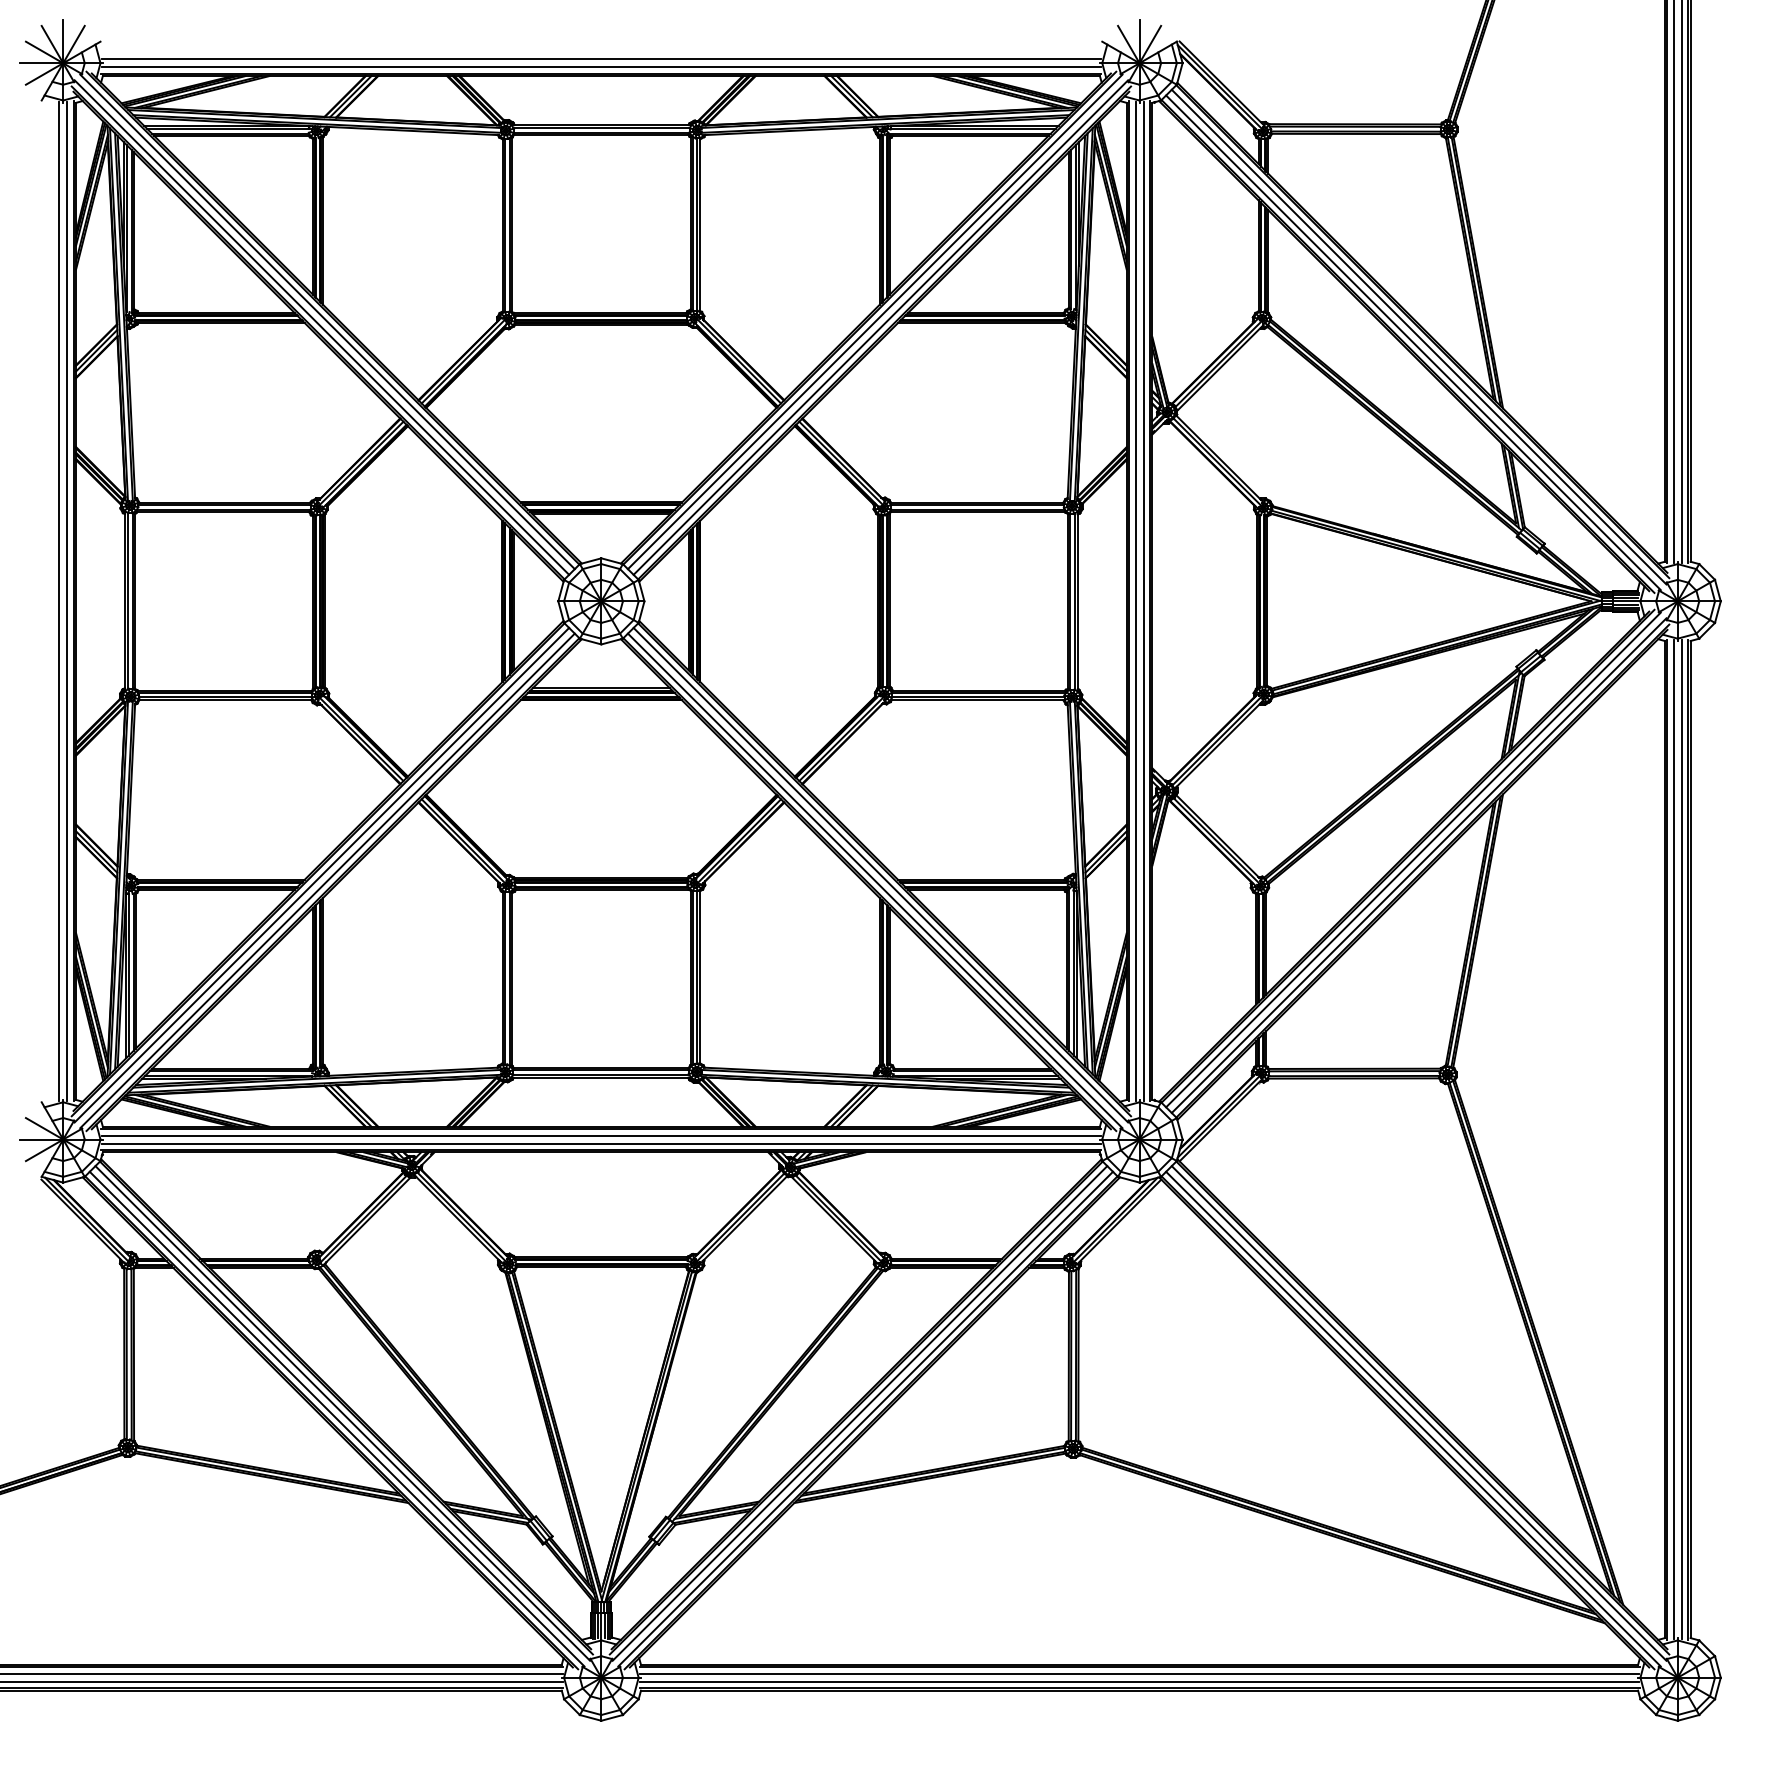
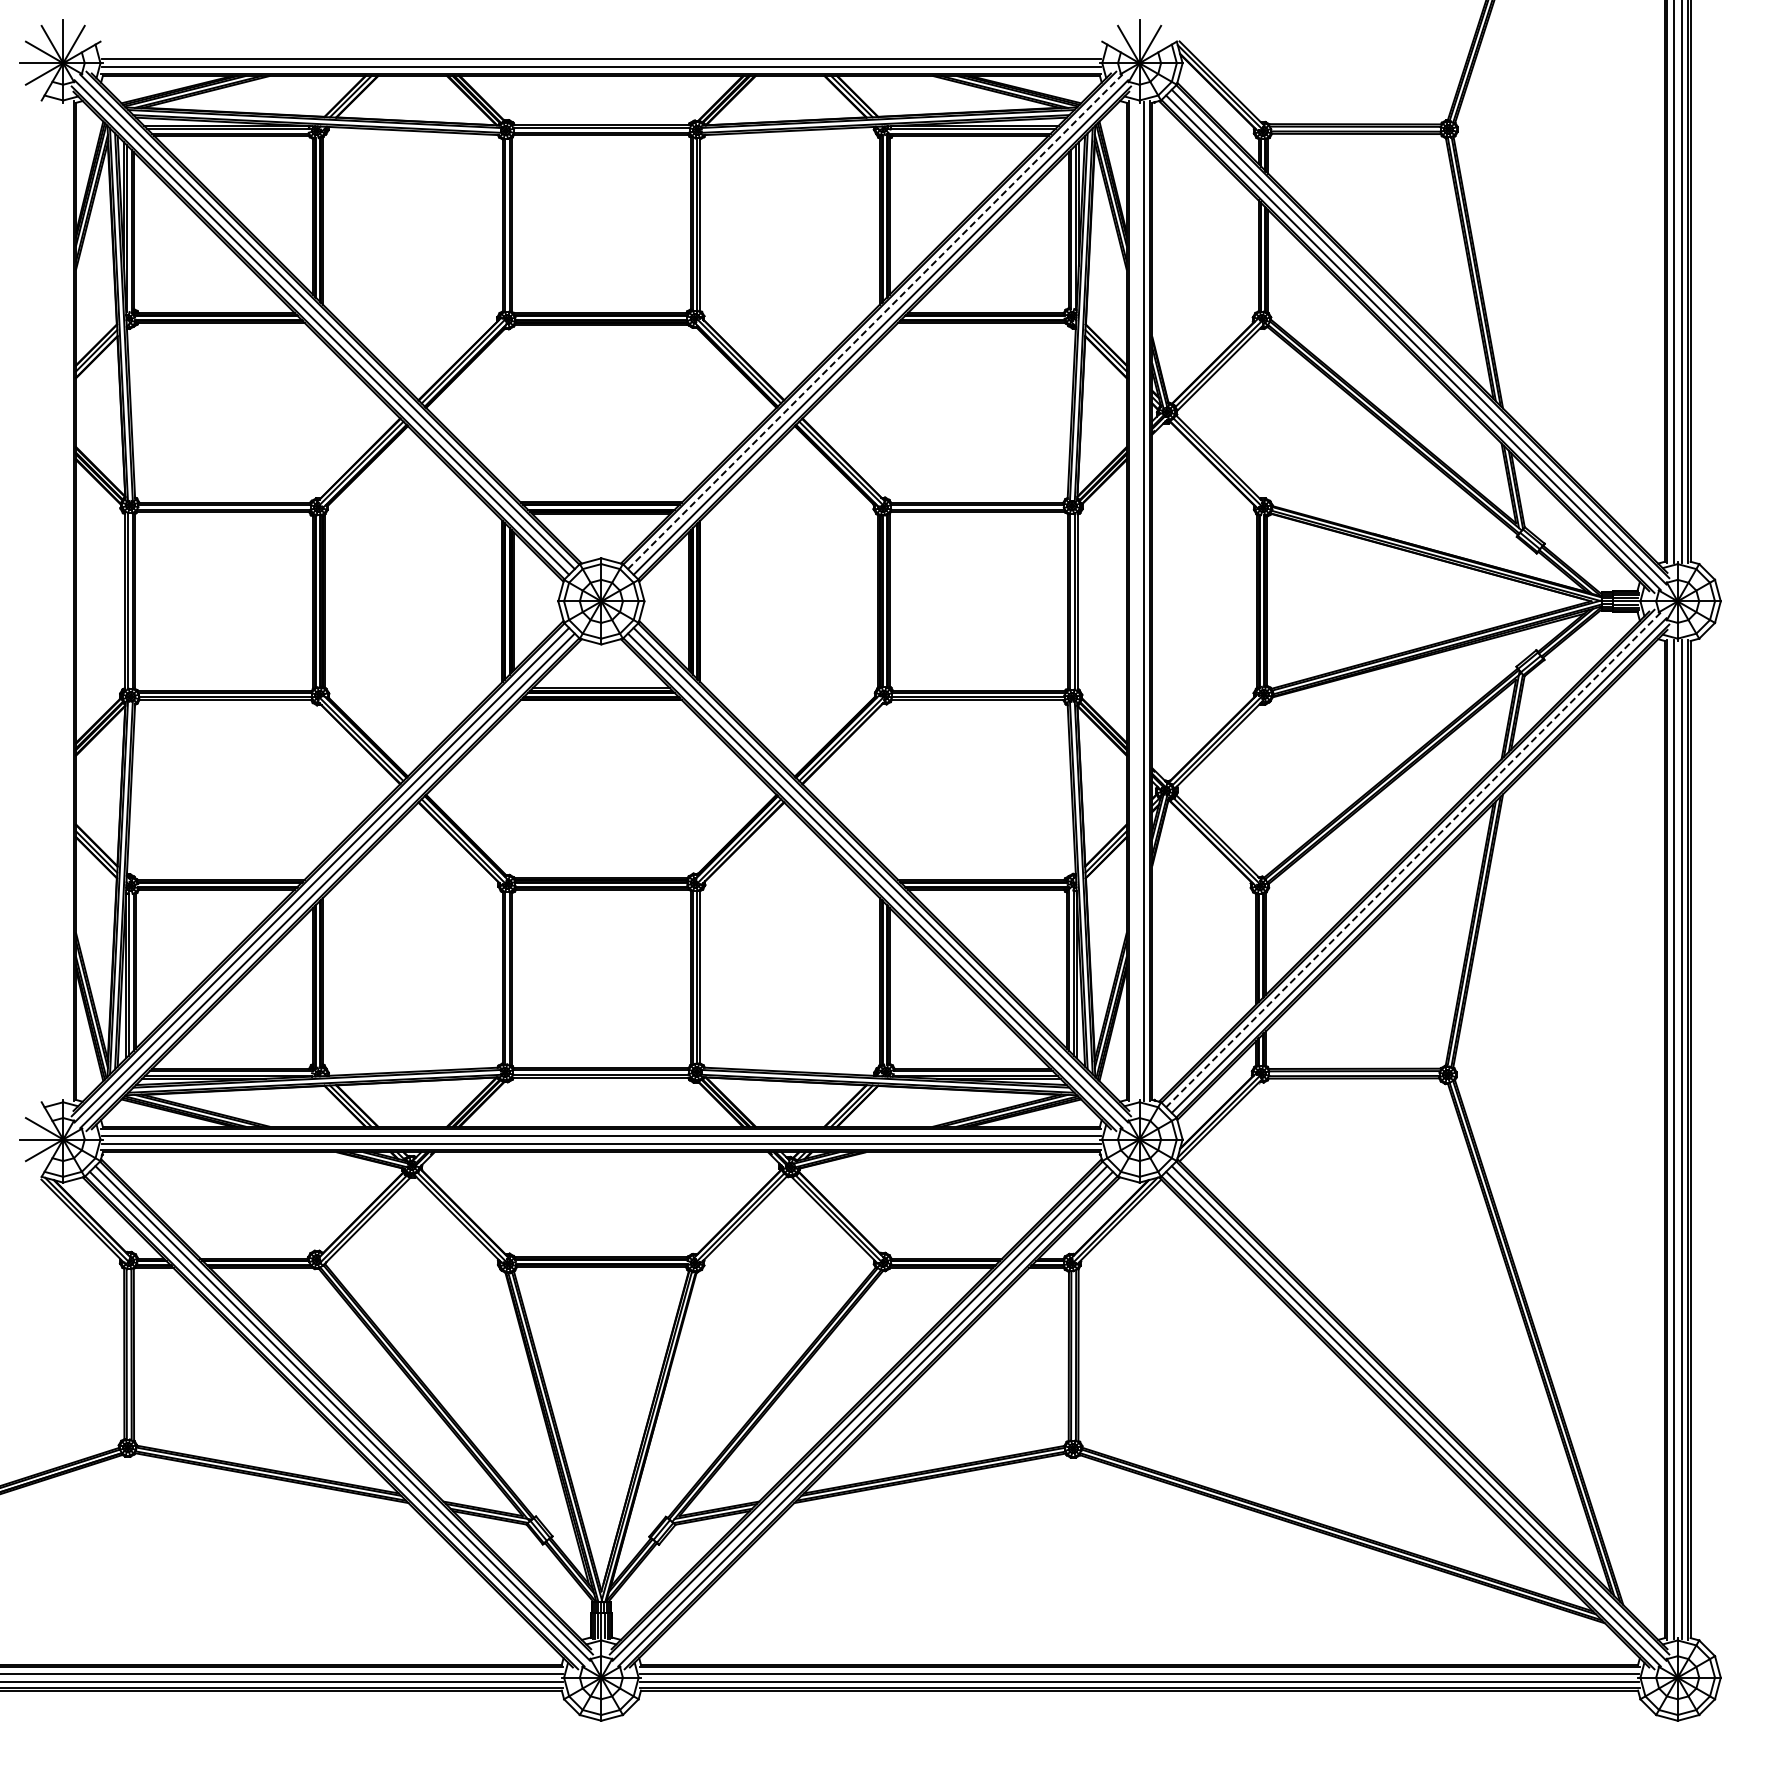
line at (875, 321): solid -> dashed
line at (59, 600): present -> none
line at (67, 600): present -> none
line at (1135, 600): present -> none
line at (1413, 859): solid -> dashed
